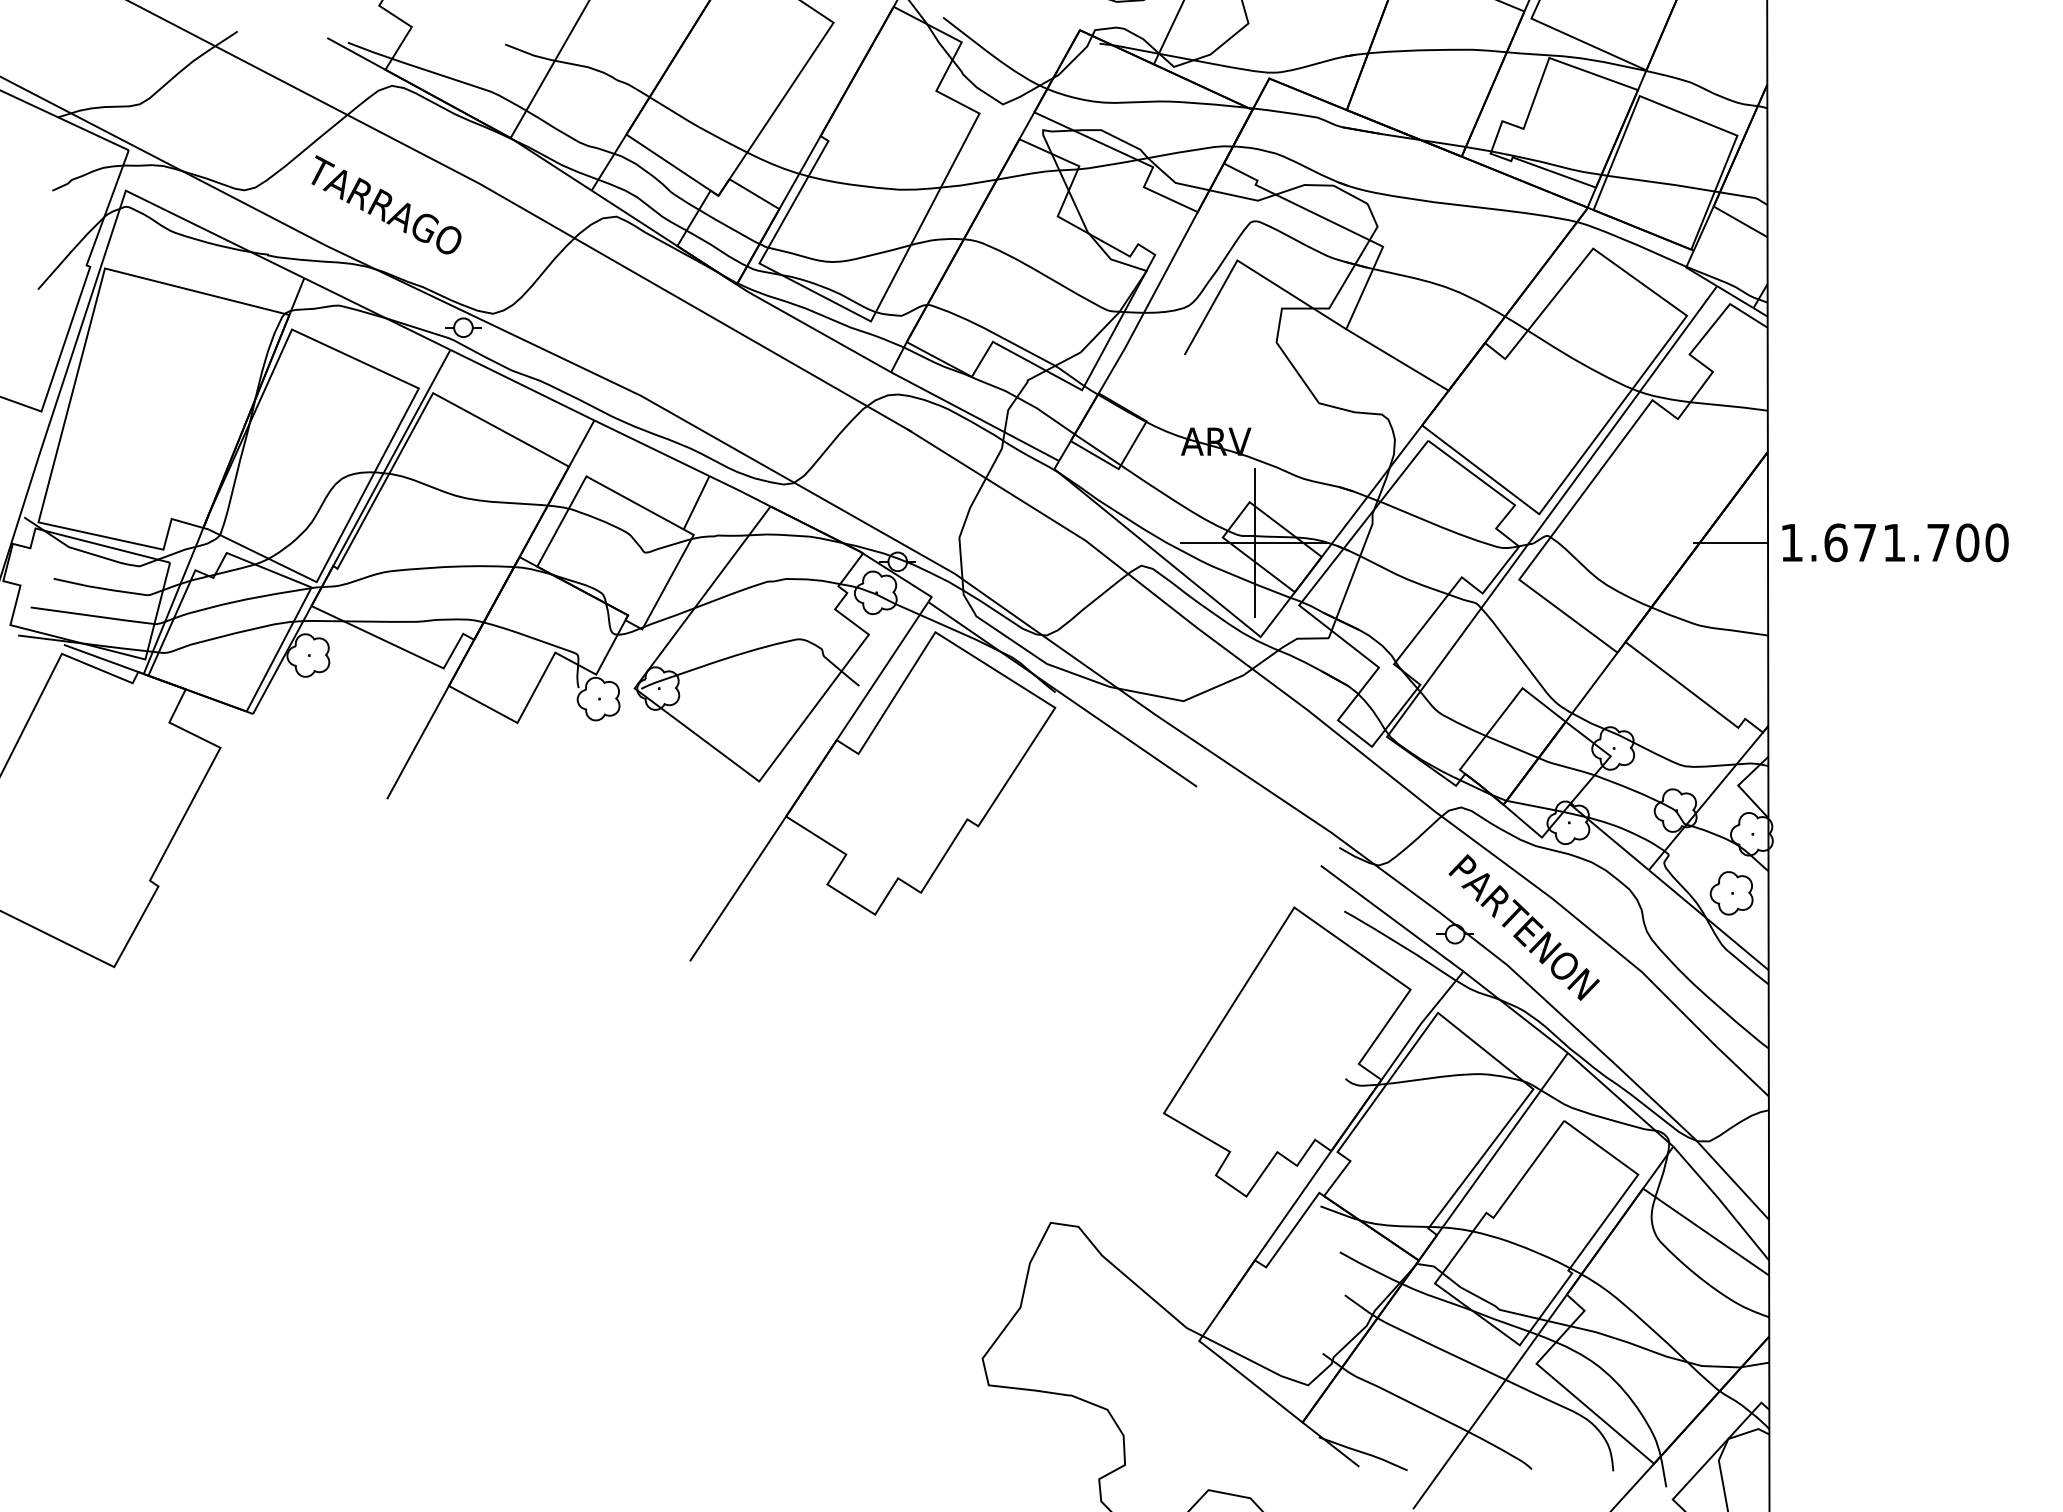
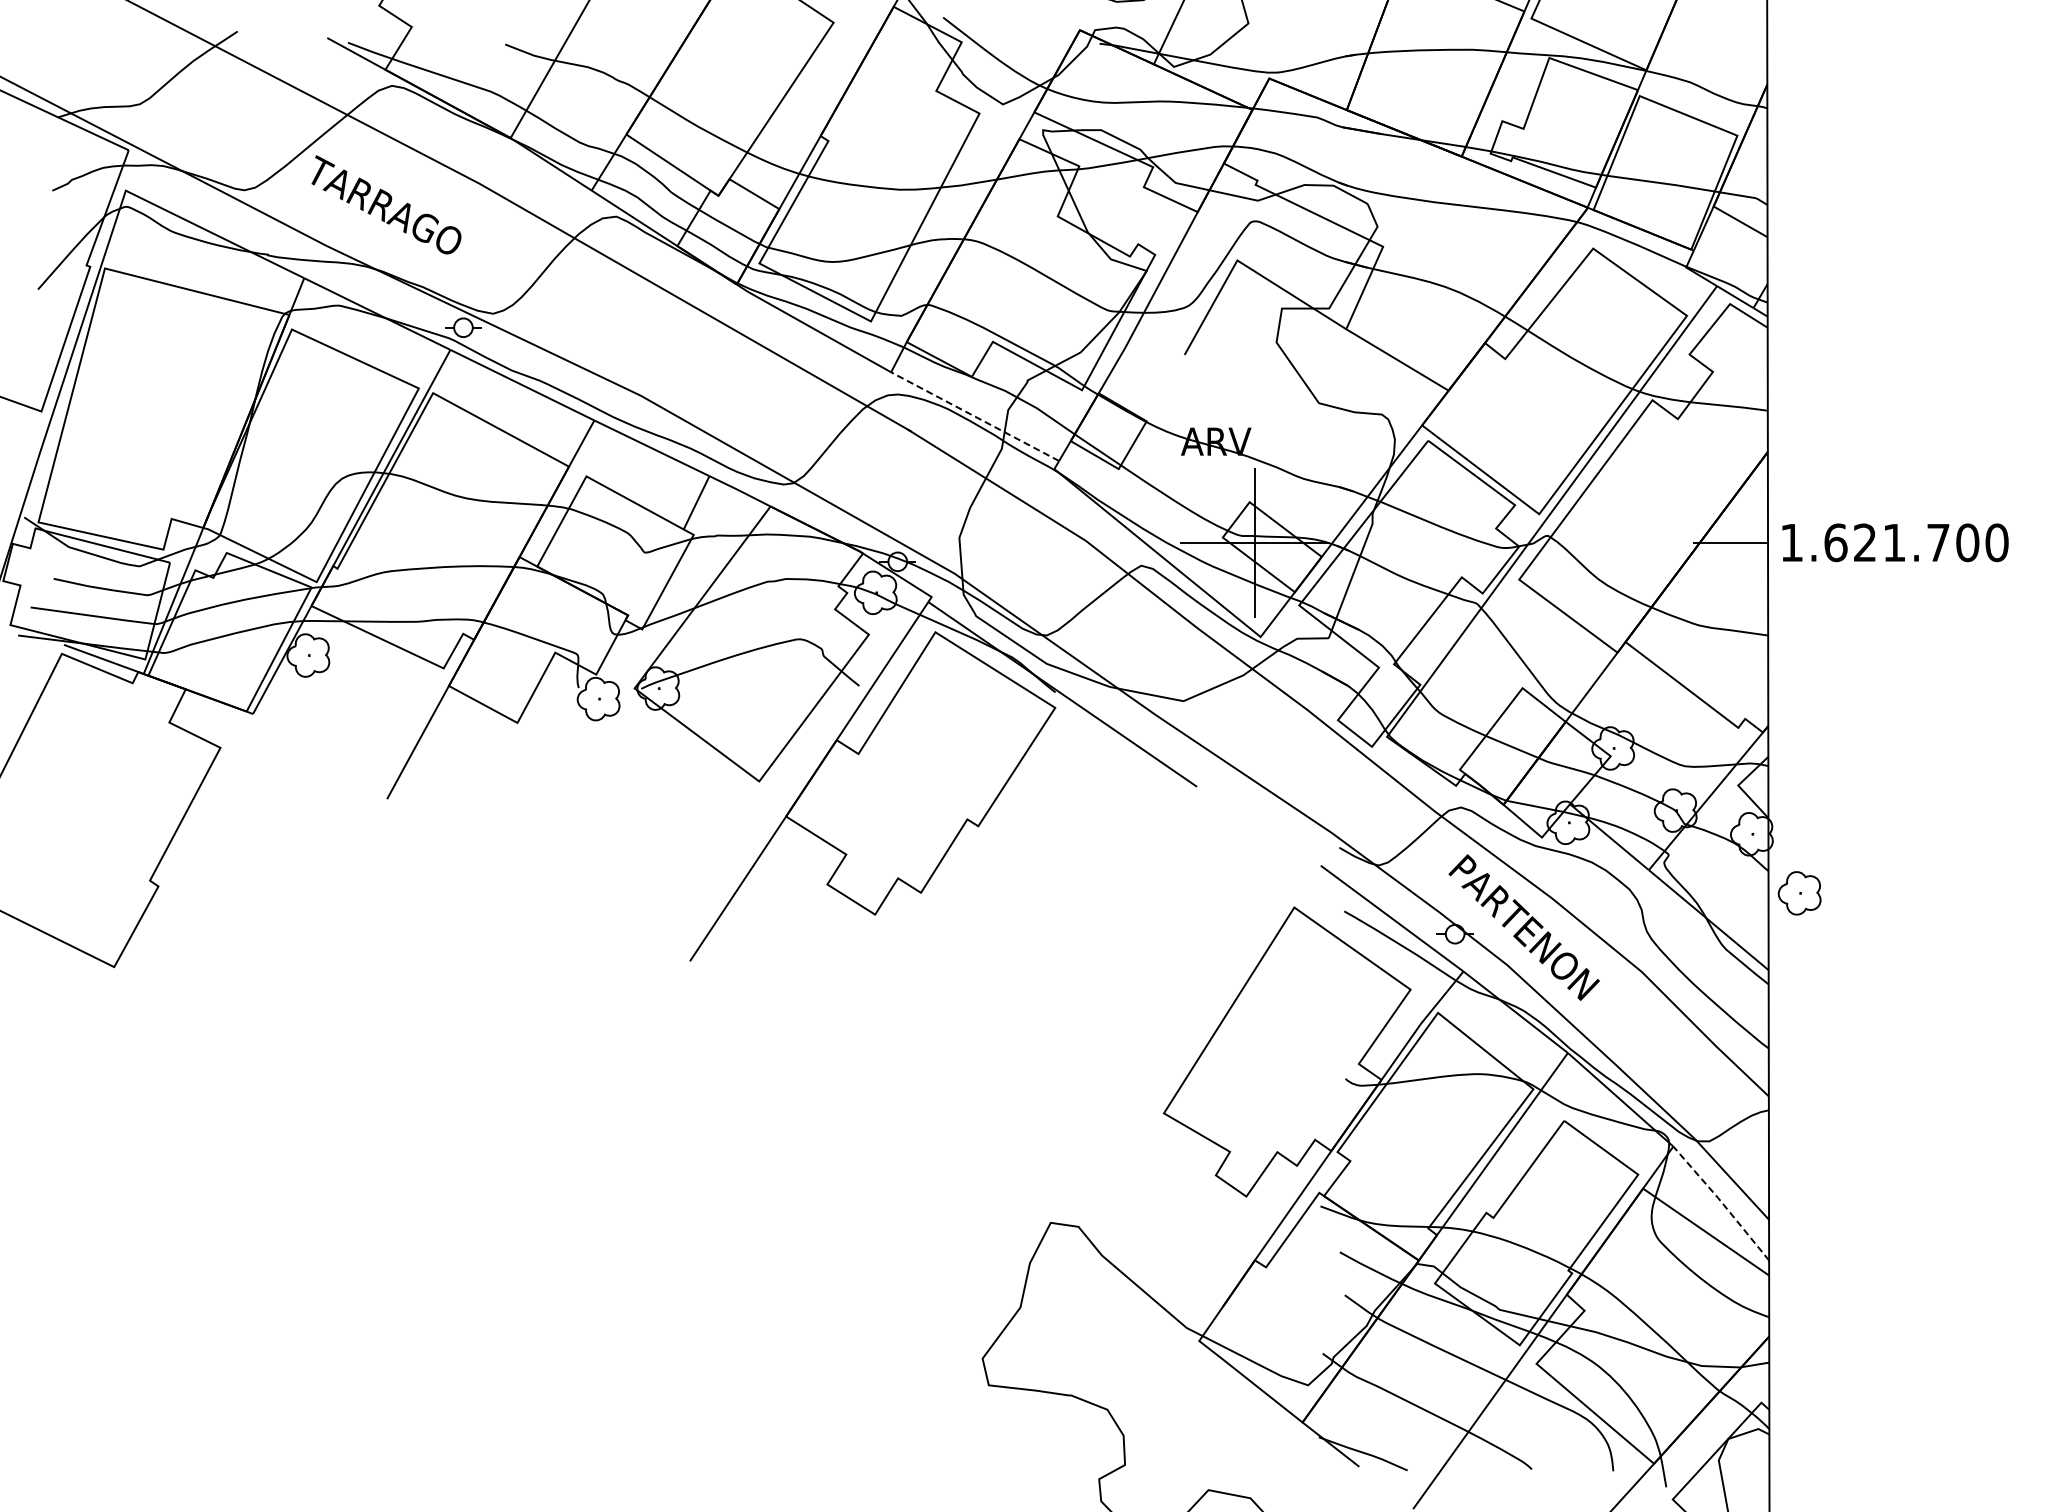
line at (975, 416): solid -> dashed
text at (1864, 542): 1.671.700 -> 1.621.700
part at (1731, 893) position: (1731, 893) -> (1799, 893)
line at (1721, 1201): solid -> dashed
